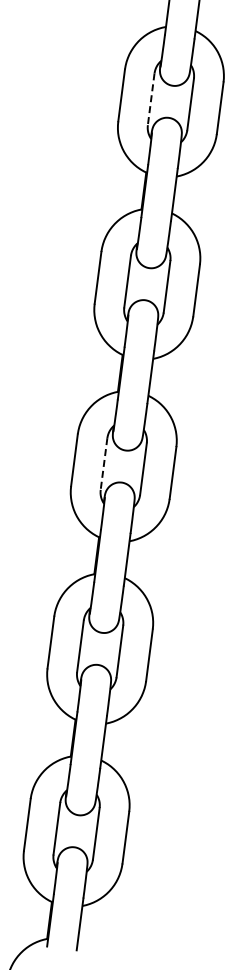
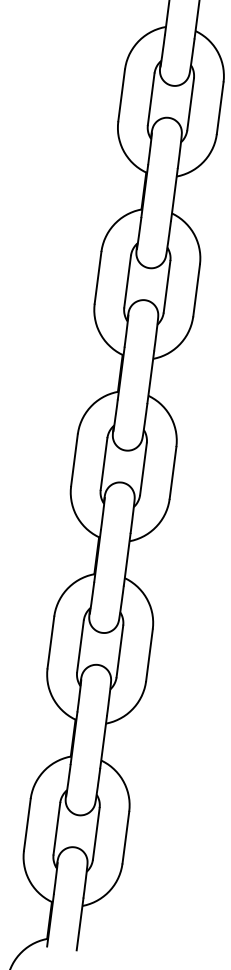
line at (151, 99): dashed -> solid
line at (103, 464): dashed -> solid
